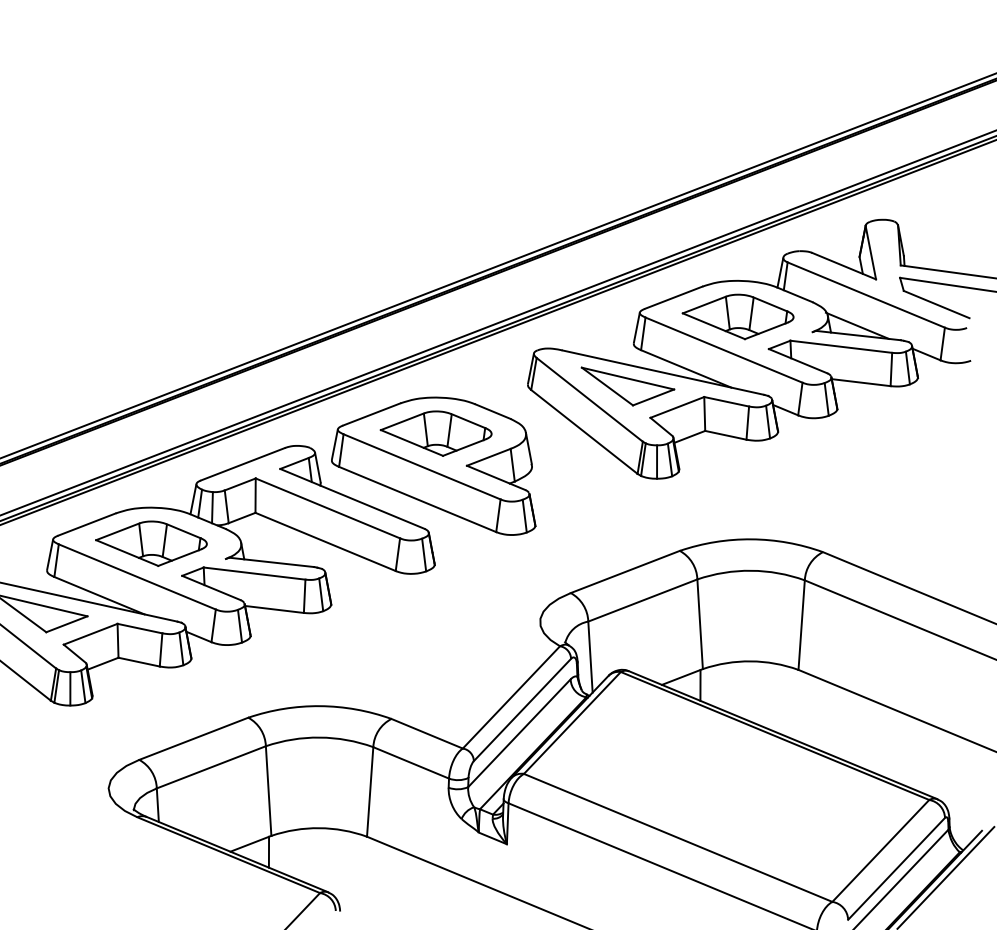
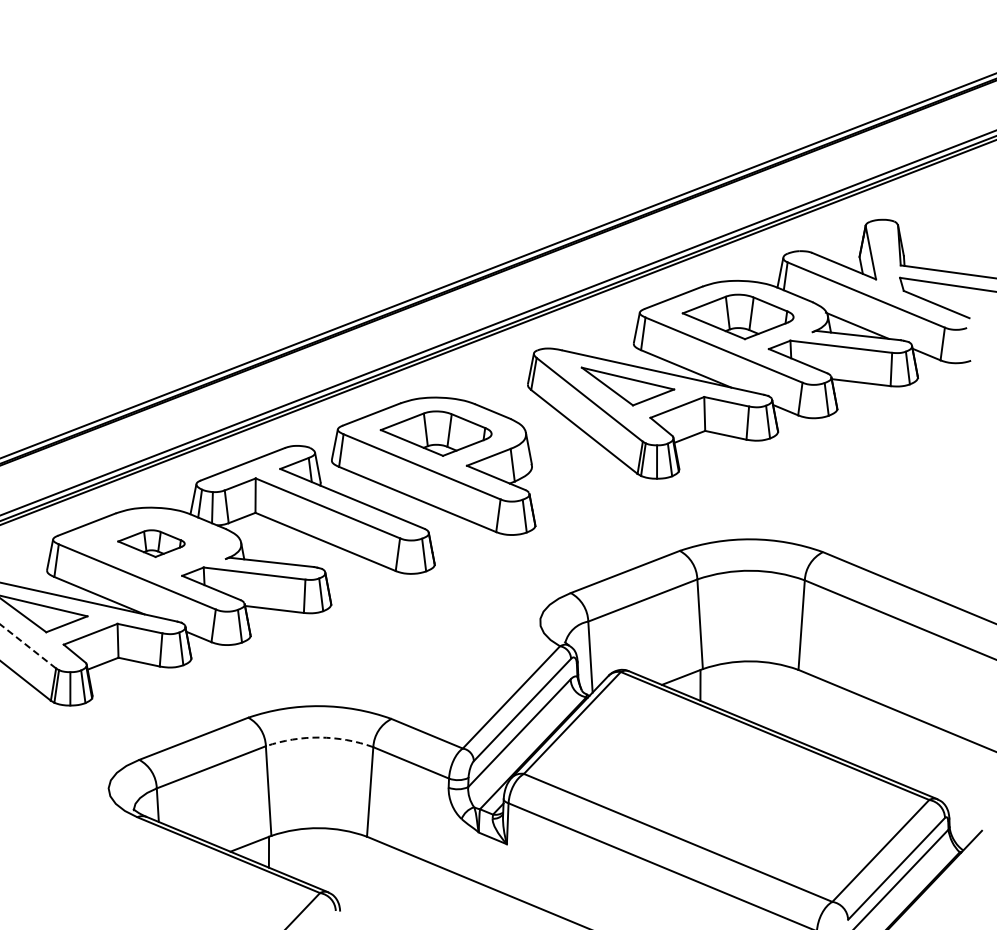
part at (151, 543) size: 113x47 px -> 69x29 px
line at (28, 646): solid -> dashed
arc at (319, 737): solid -> dashed
line at (946, 876): present -> none
